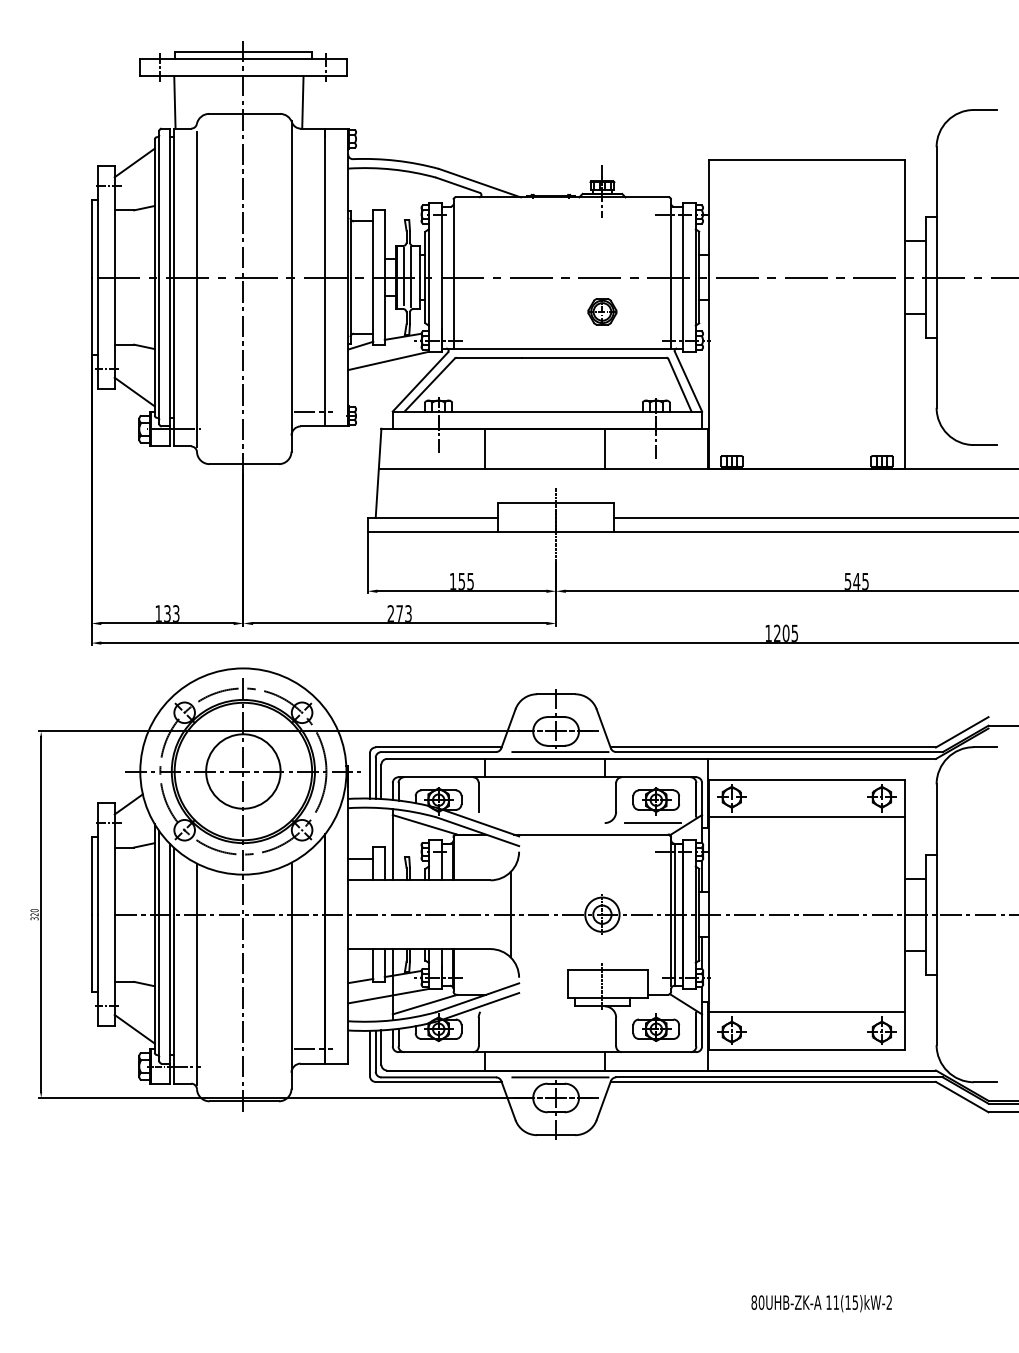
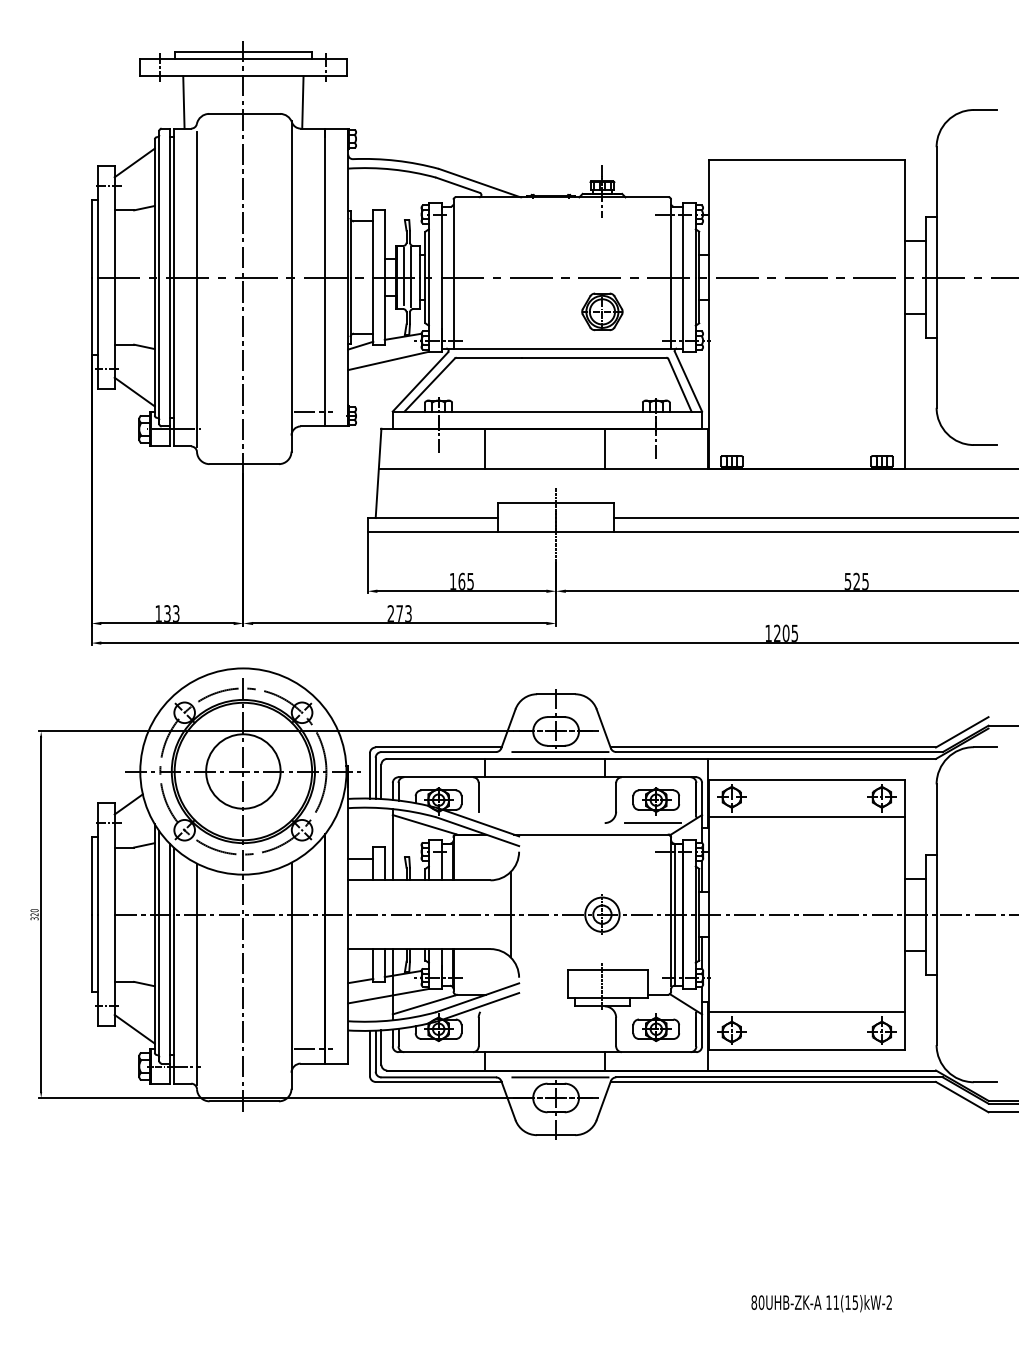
line at (174, 102) position: (174, 102) -> (183, 102)
part at (602, 311) size: 31x28 px -> 43x40 px
text at (461, 580): 155 -> 165
text at (856, 580): 545 -> 525
